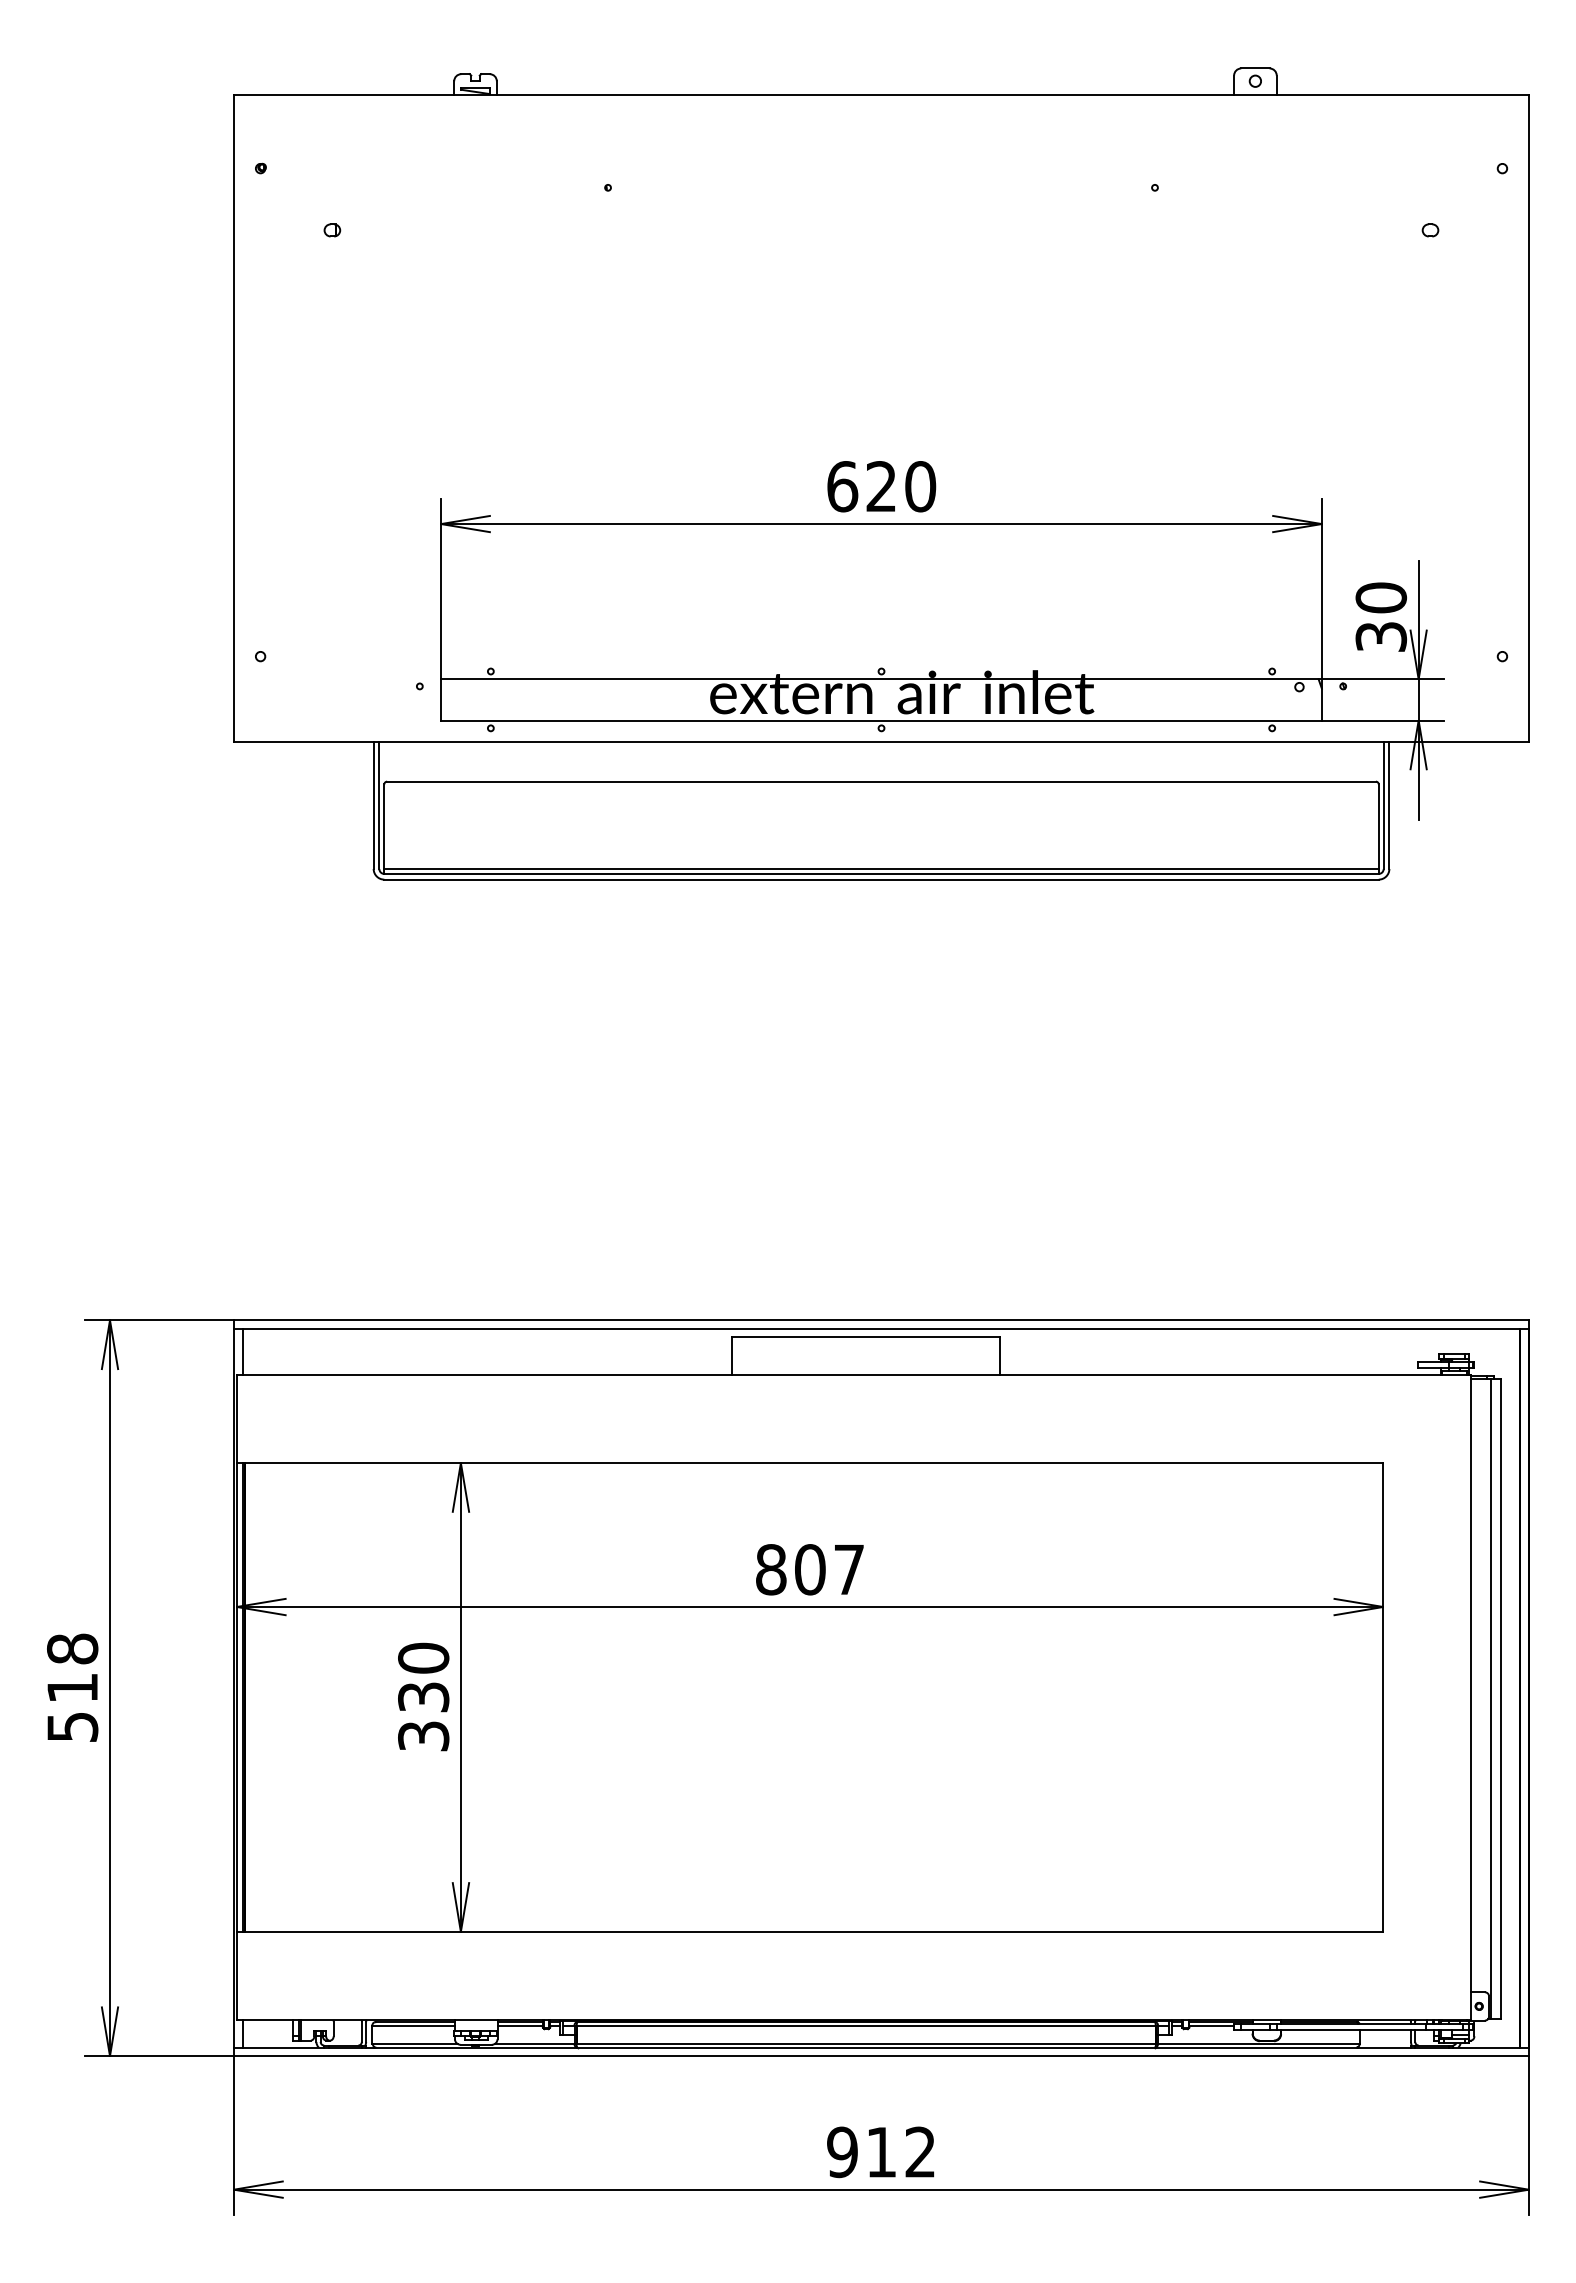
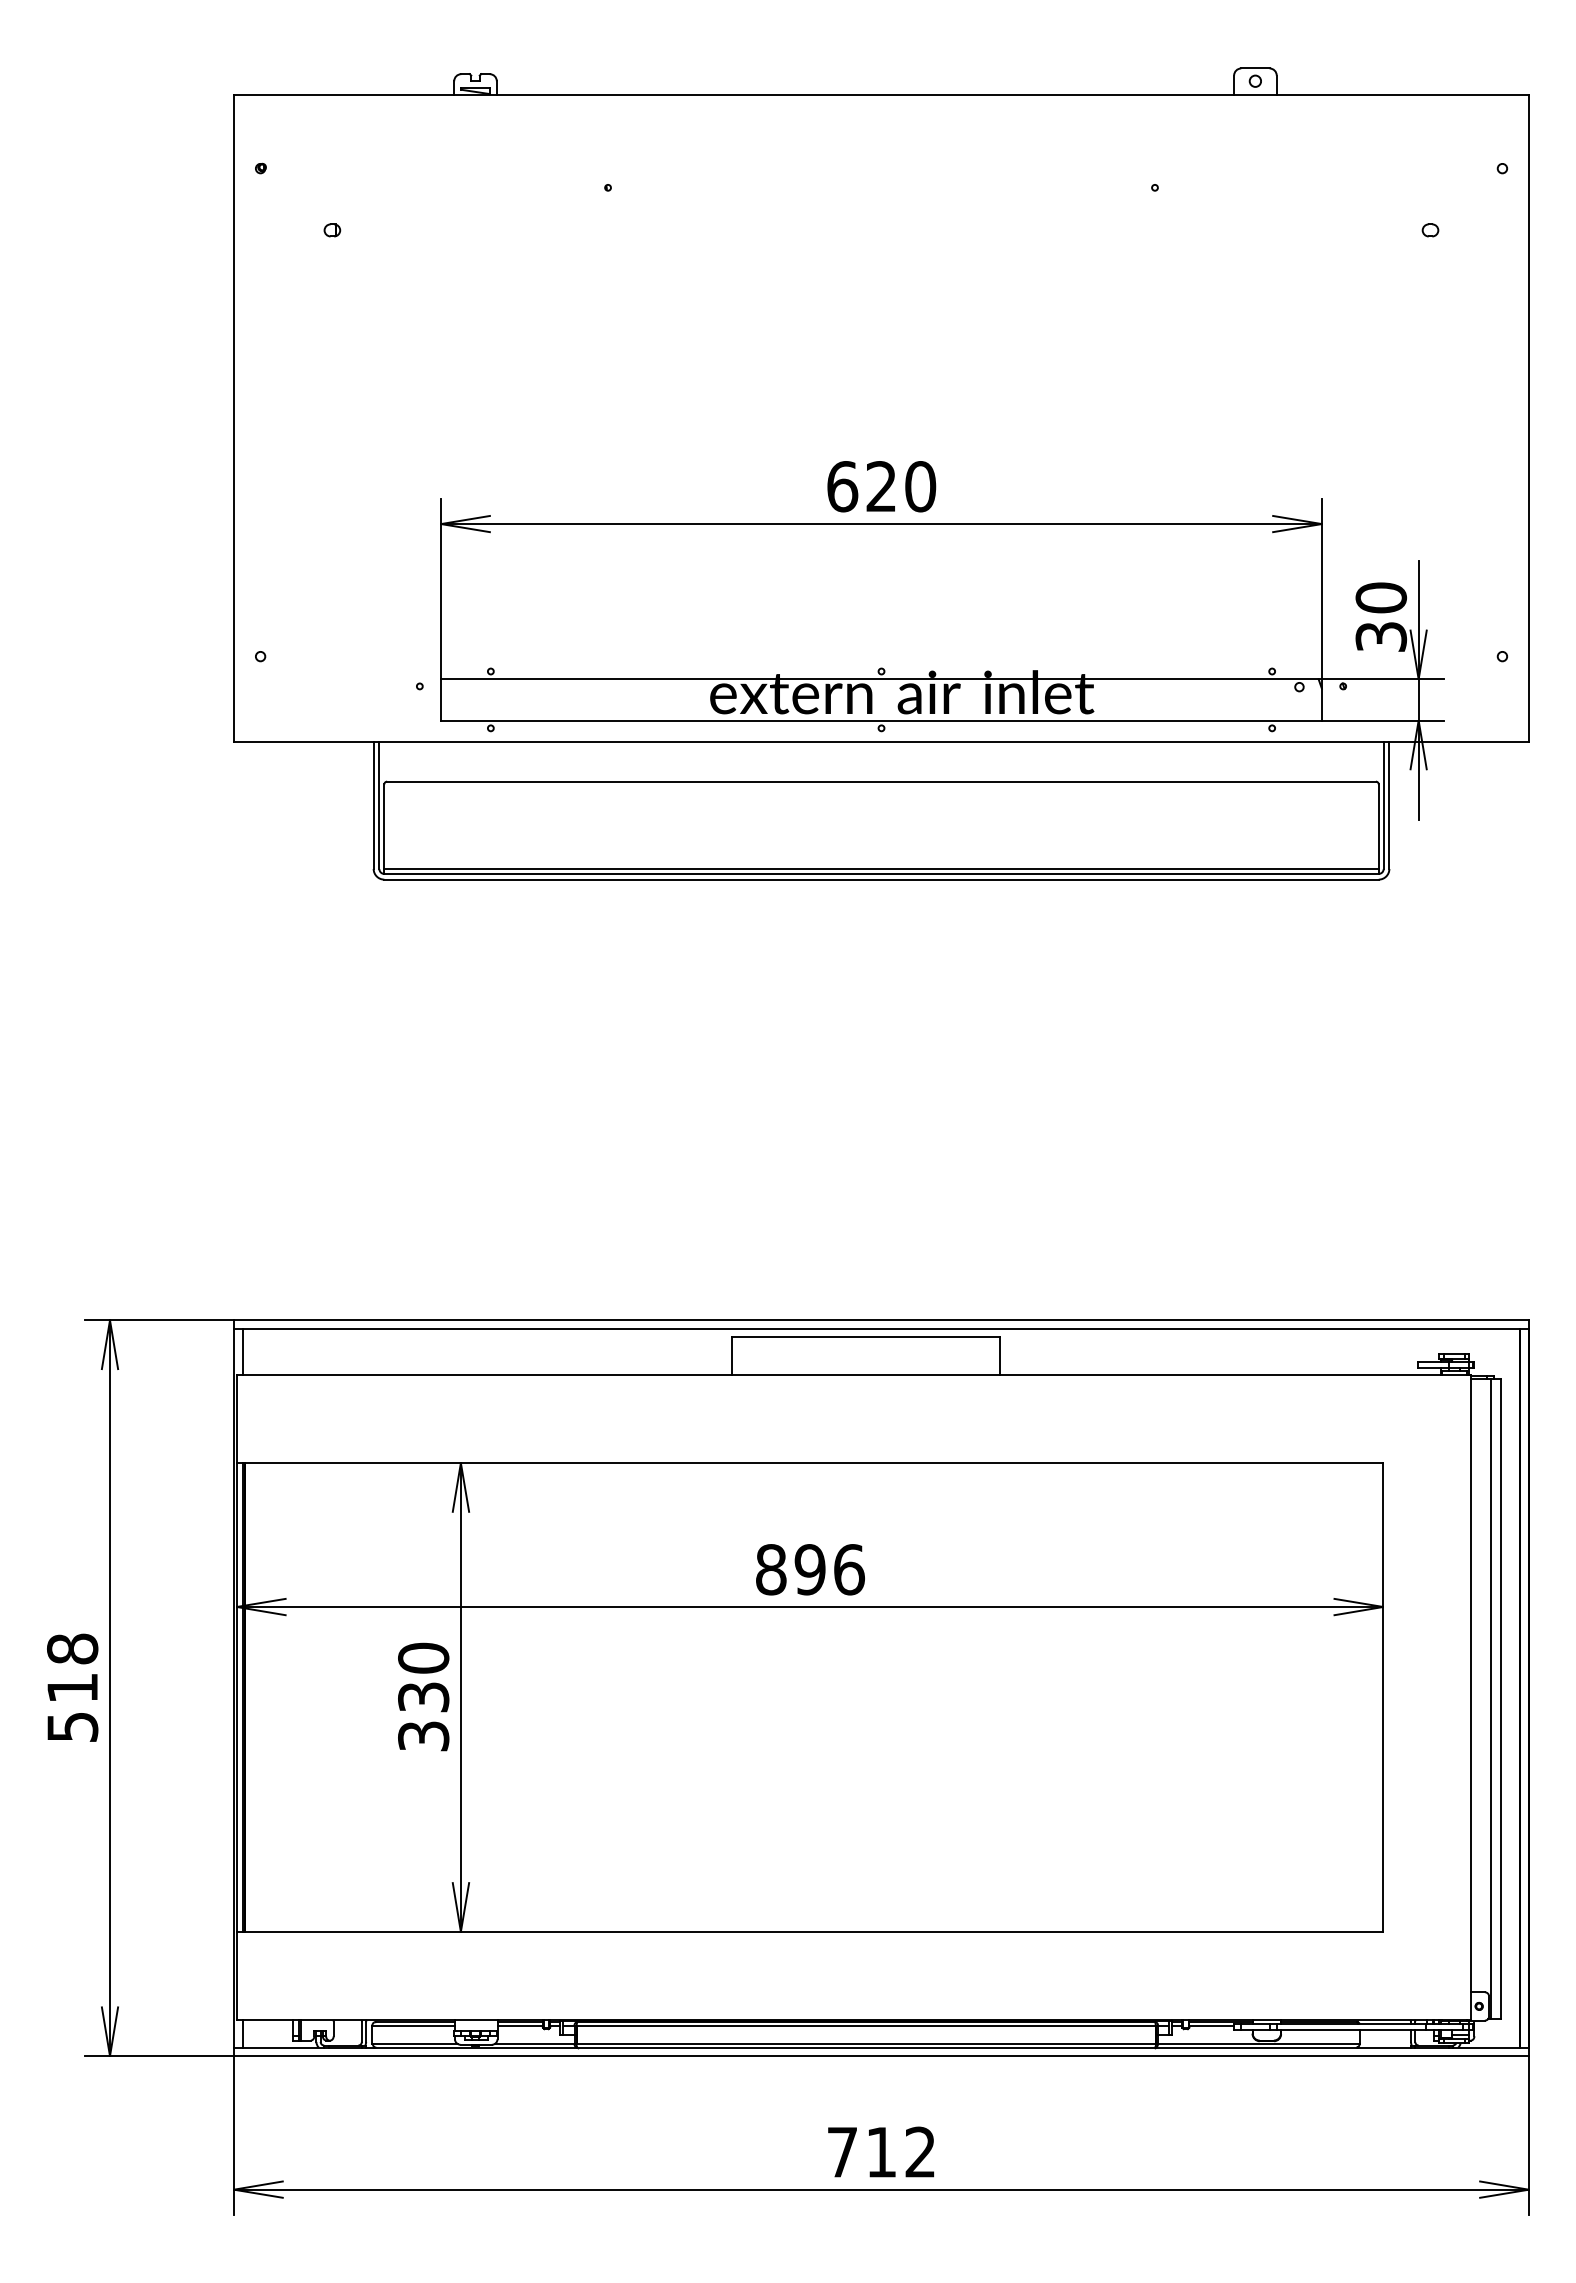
text at (829, 1569): 807 -> 896
text at (842, 2152): 912 -> 712
